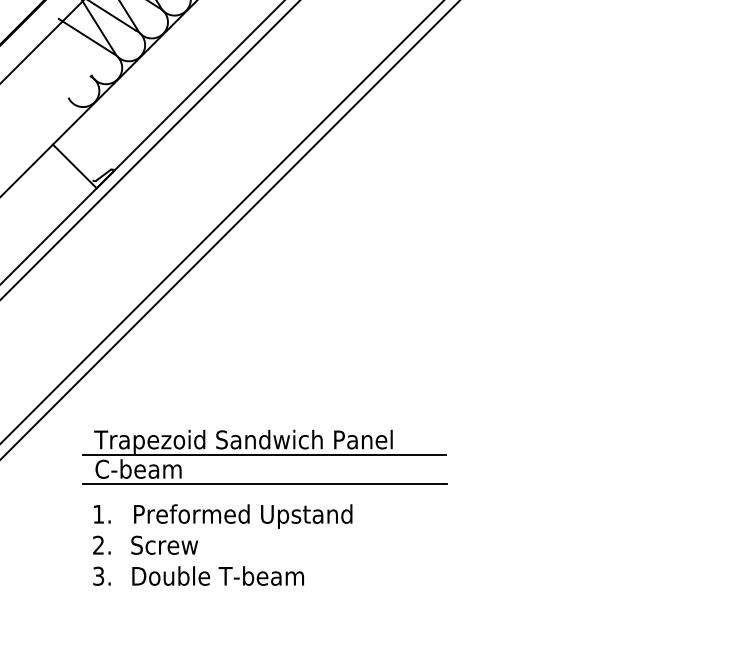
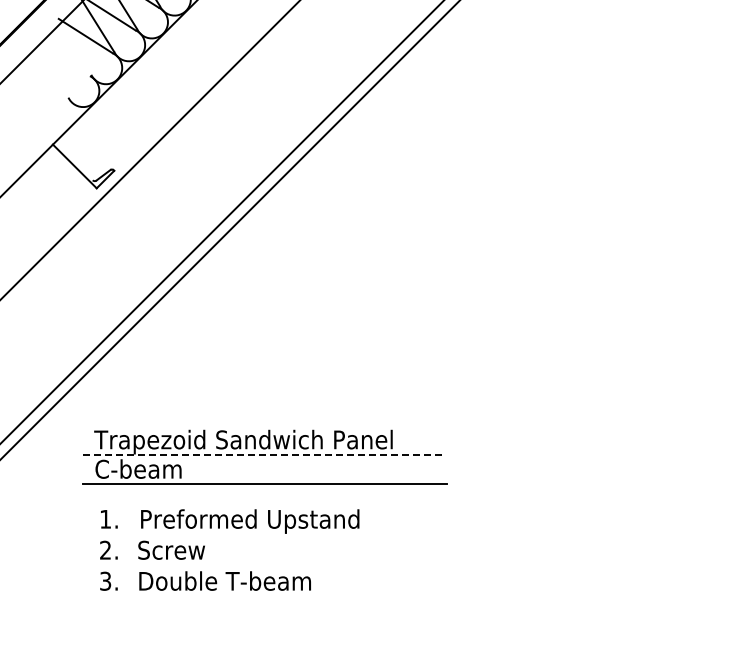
line at (142, 142): present -> none
line at (264, 454): solid -> dashed
text at (222, 544) position: (222, 544) -> (229, 549)
